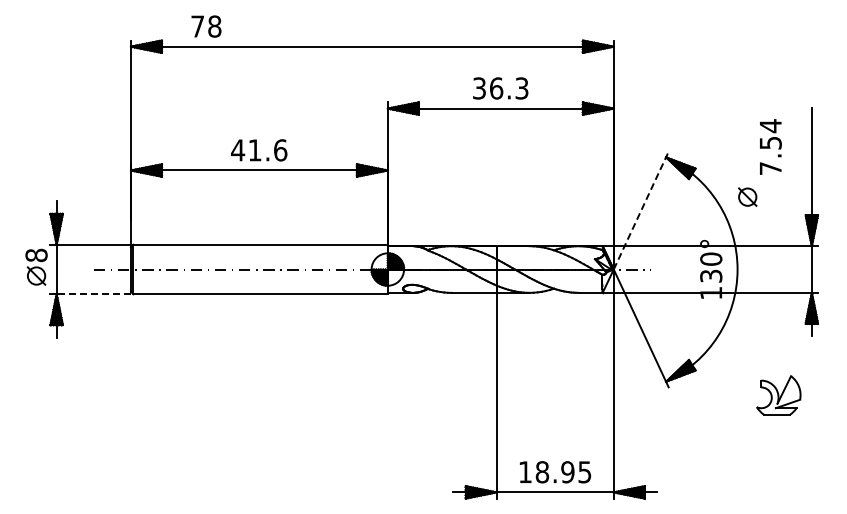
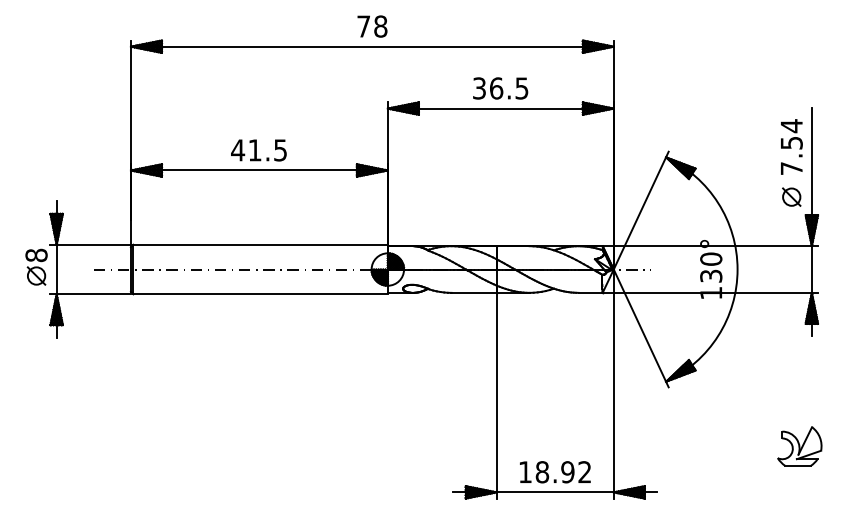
text at (206, 26) position: (206, 26) -> (372, 26)
text at (522, 87): 36.3 -> 36.5
text at (770, 146) position: (770, 146) -> (791, 146)
text at (280, 150): 41.6 -> 41.5
part at (747, 196) position: (747, 196) -> (791, 196)
line at (641, 210): dashed -> solid
line at (93, 294): dashed -> solid
part at (778, 395) position: (778, 395) -> (799, 446)
text at (584, 472): 18.95 -> 18.92
